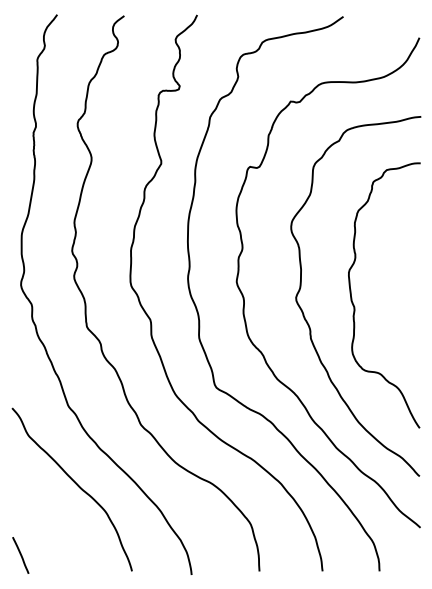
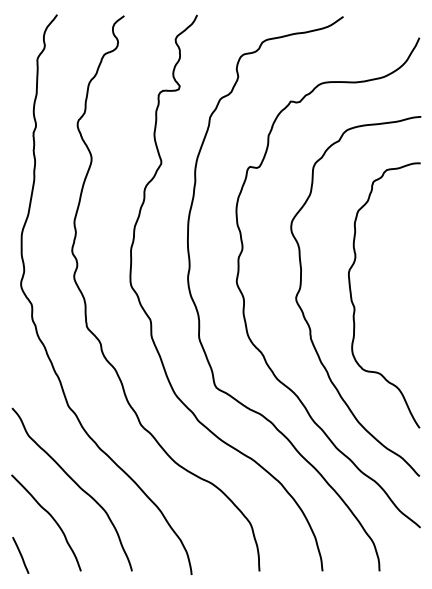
curve at (52, 519): none -> present
